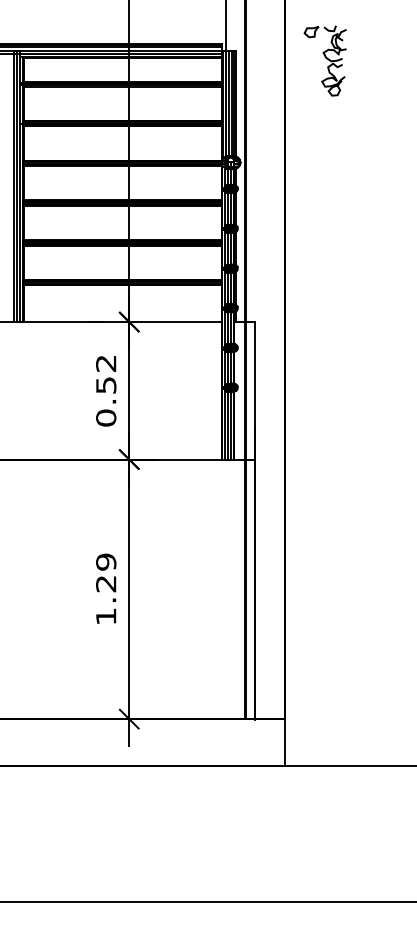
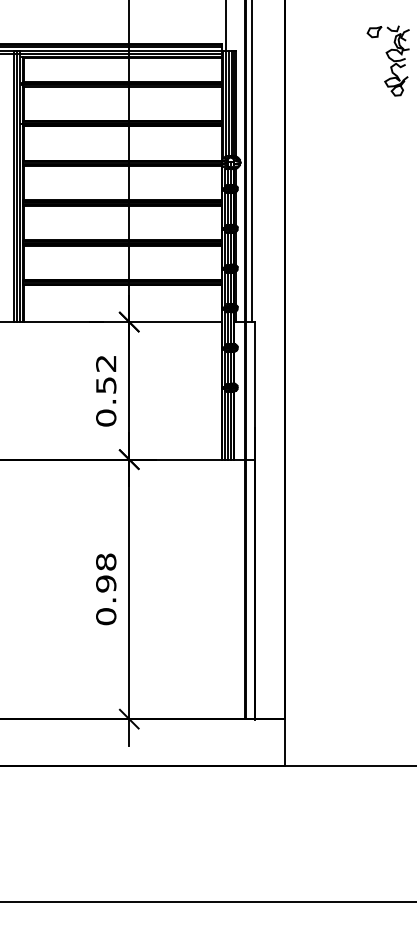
part at (324, 60) position: (324, 60) -> (387, 60)
line at (252, 162): none -> present
text at (106, 589): 1.29 -> 0.98
